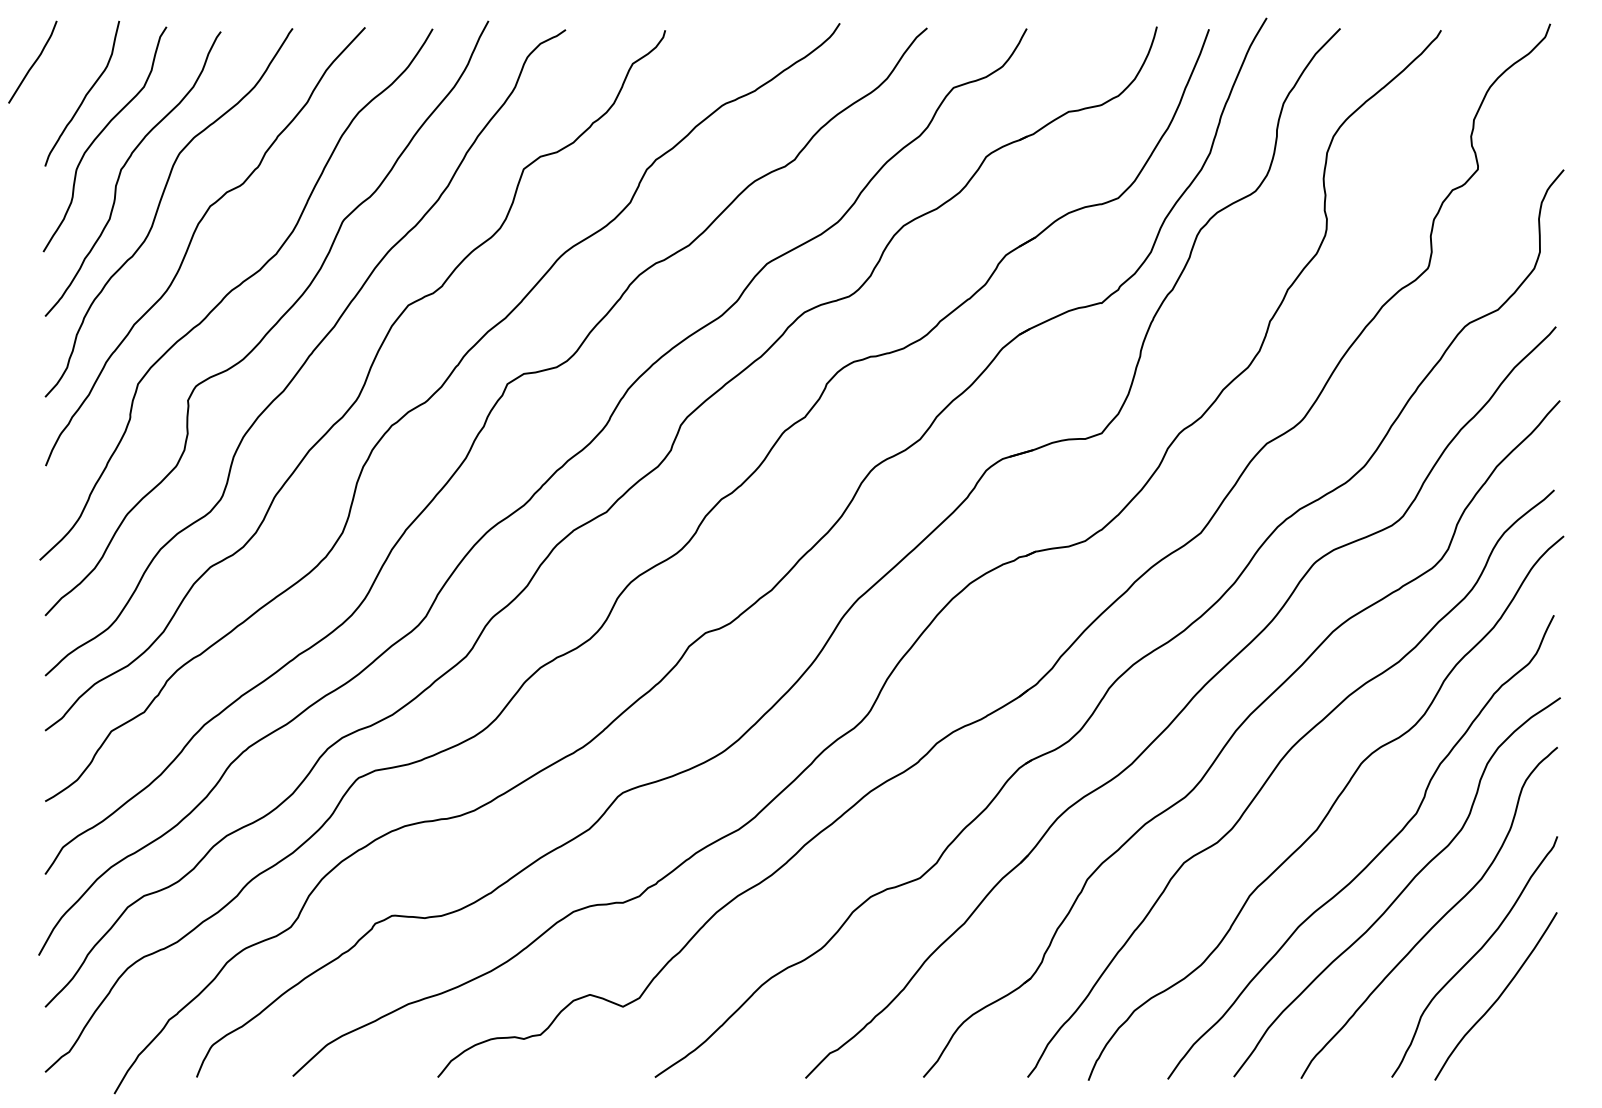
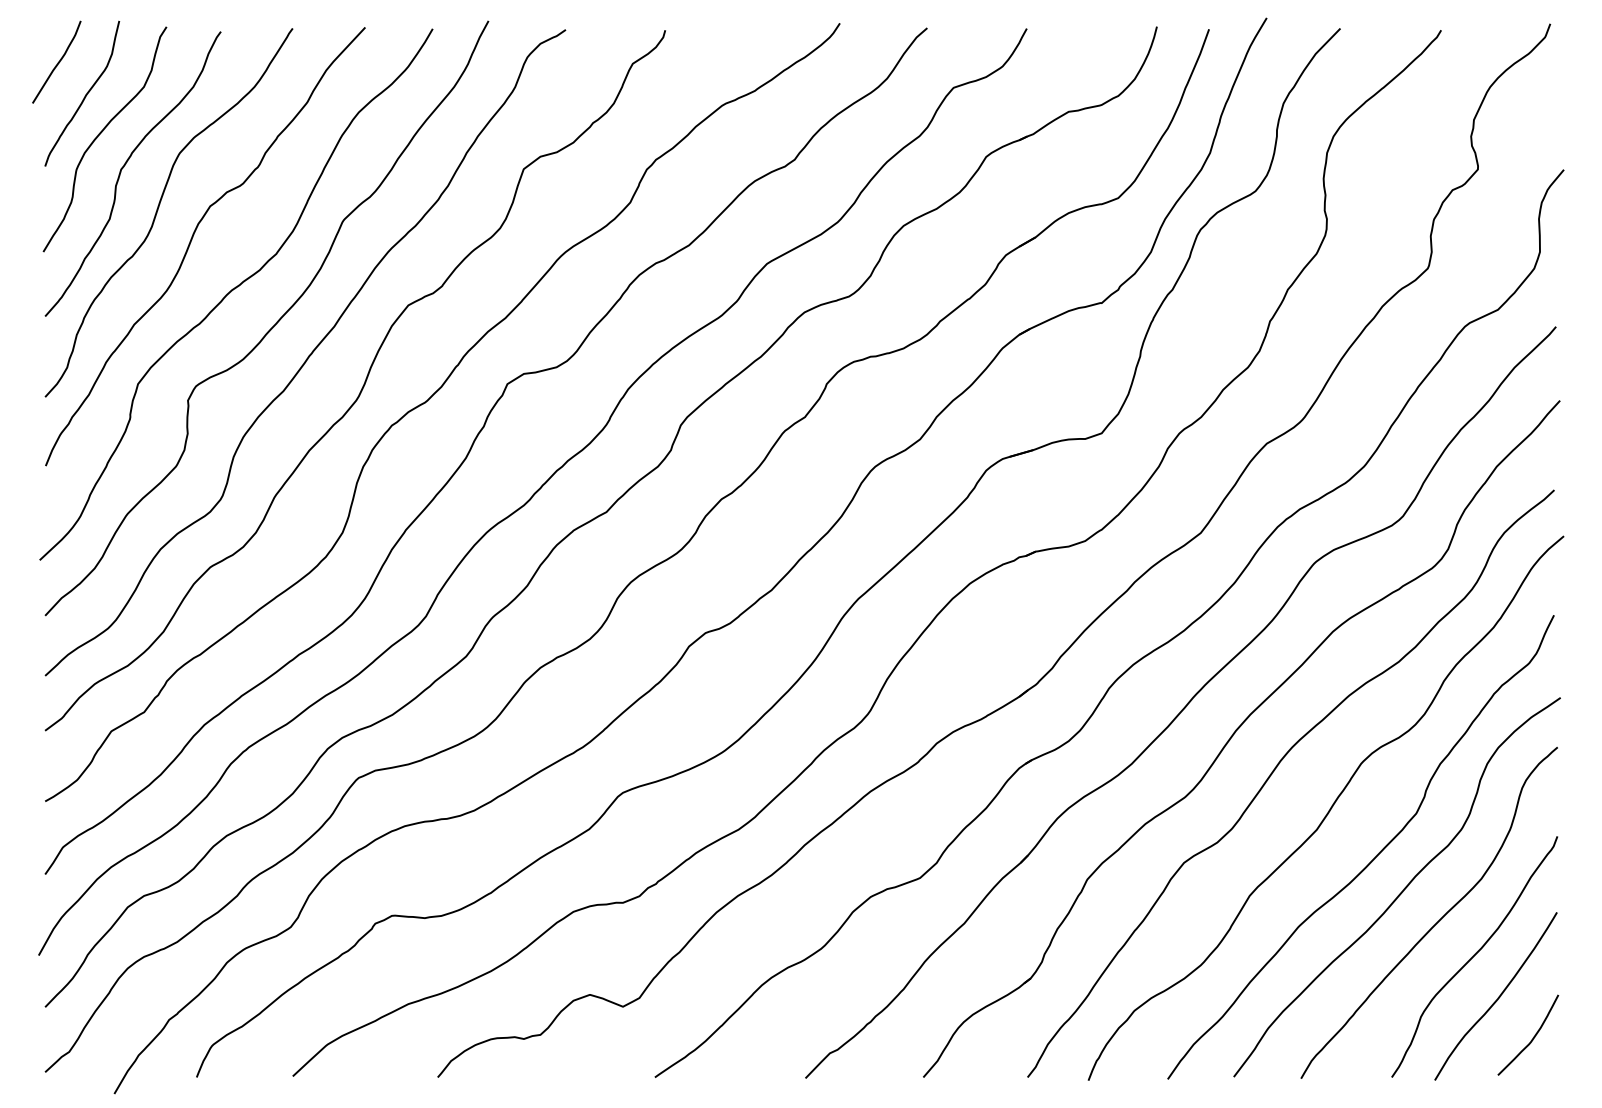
curve at (33, 62) position: (33, 62) -> (57, 62)
curve at (1533, 1036): none -> present
